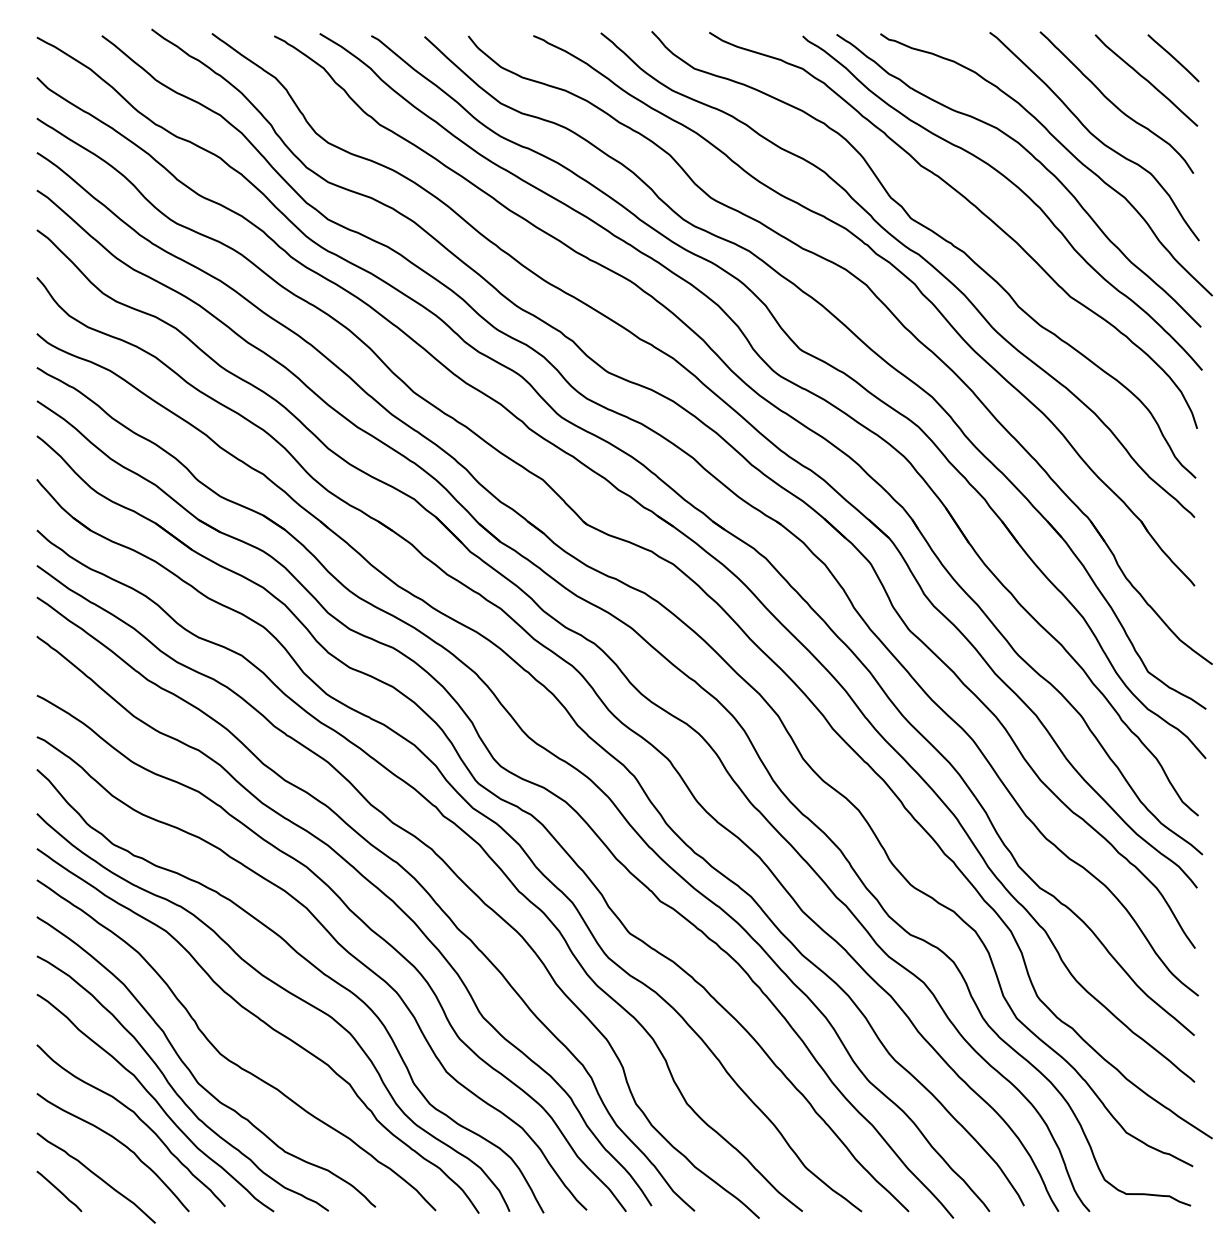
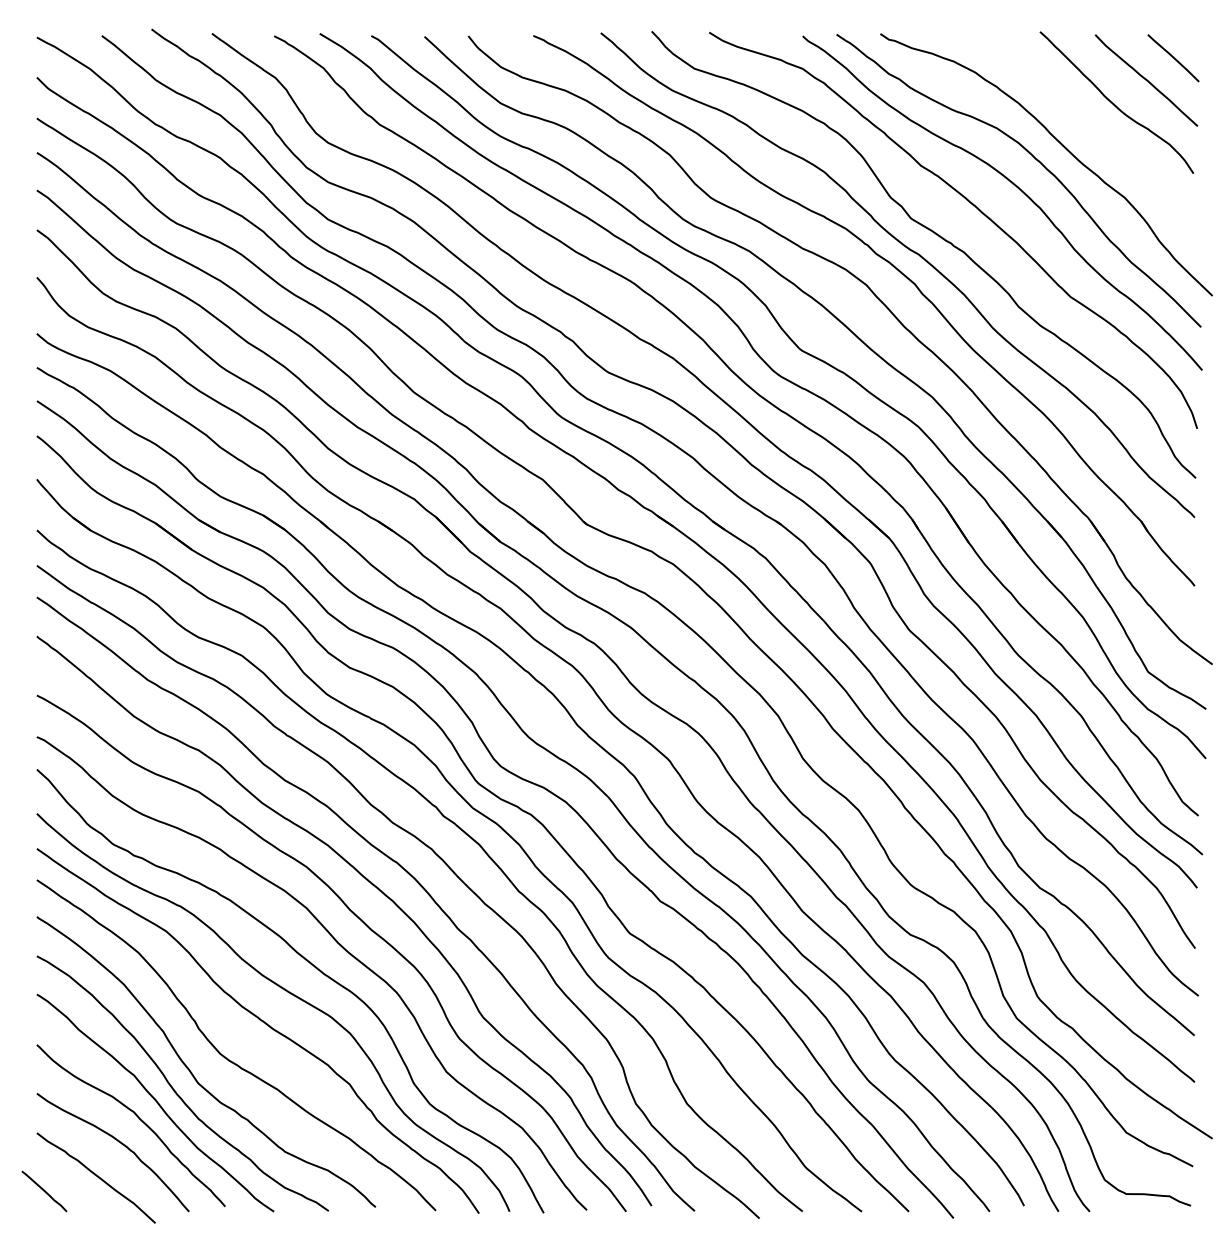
curve at (1094, 136): present -> none
line at (59, 1191) position: (59, 1191) -> (44, 1191)
